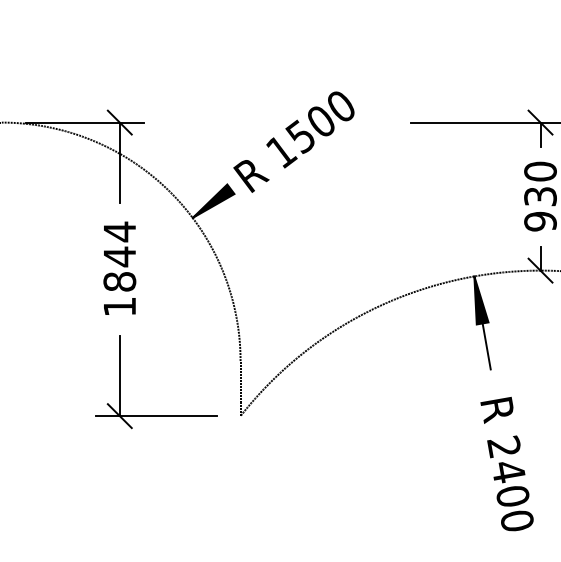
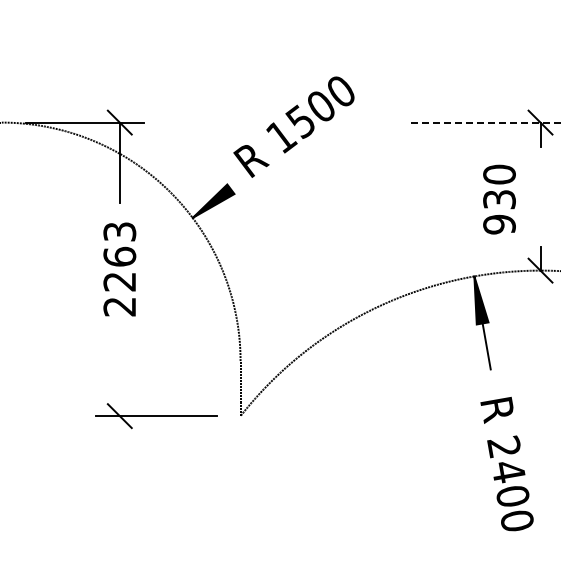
line at (485, 122): solid -> dashed
text at (293, 141) position: (293, 141) -> (293, 126)
text at (540, 196) position: (540, 196) -> (499, 199)
text at (119, 268): 1844 -> 2263
line at (119, 375): present -> none
